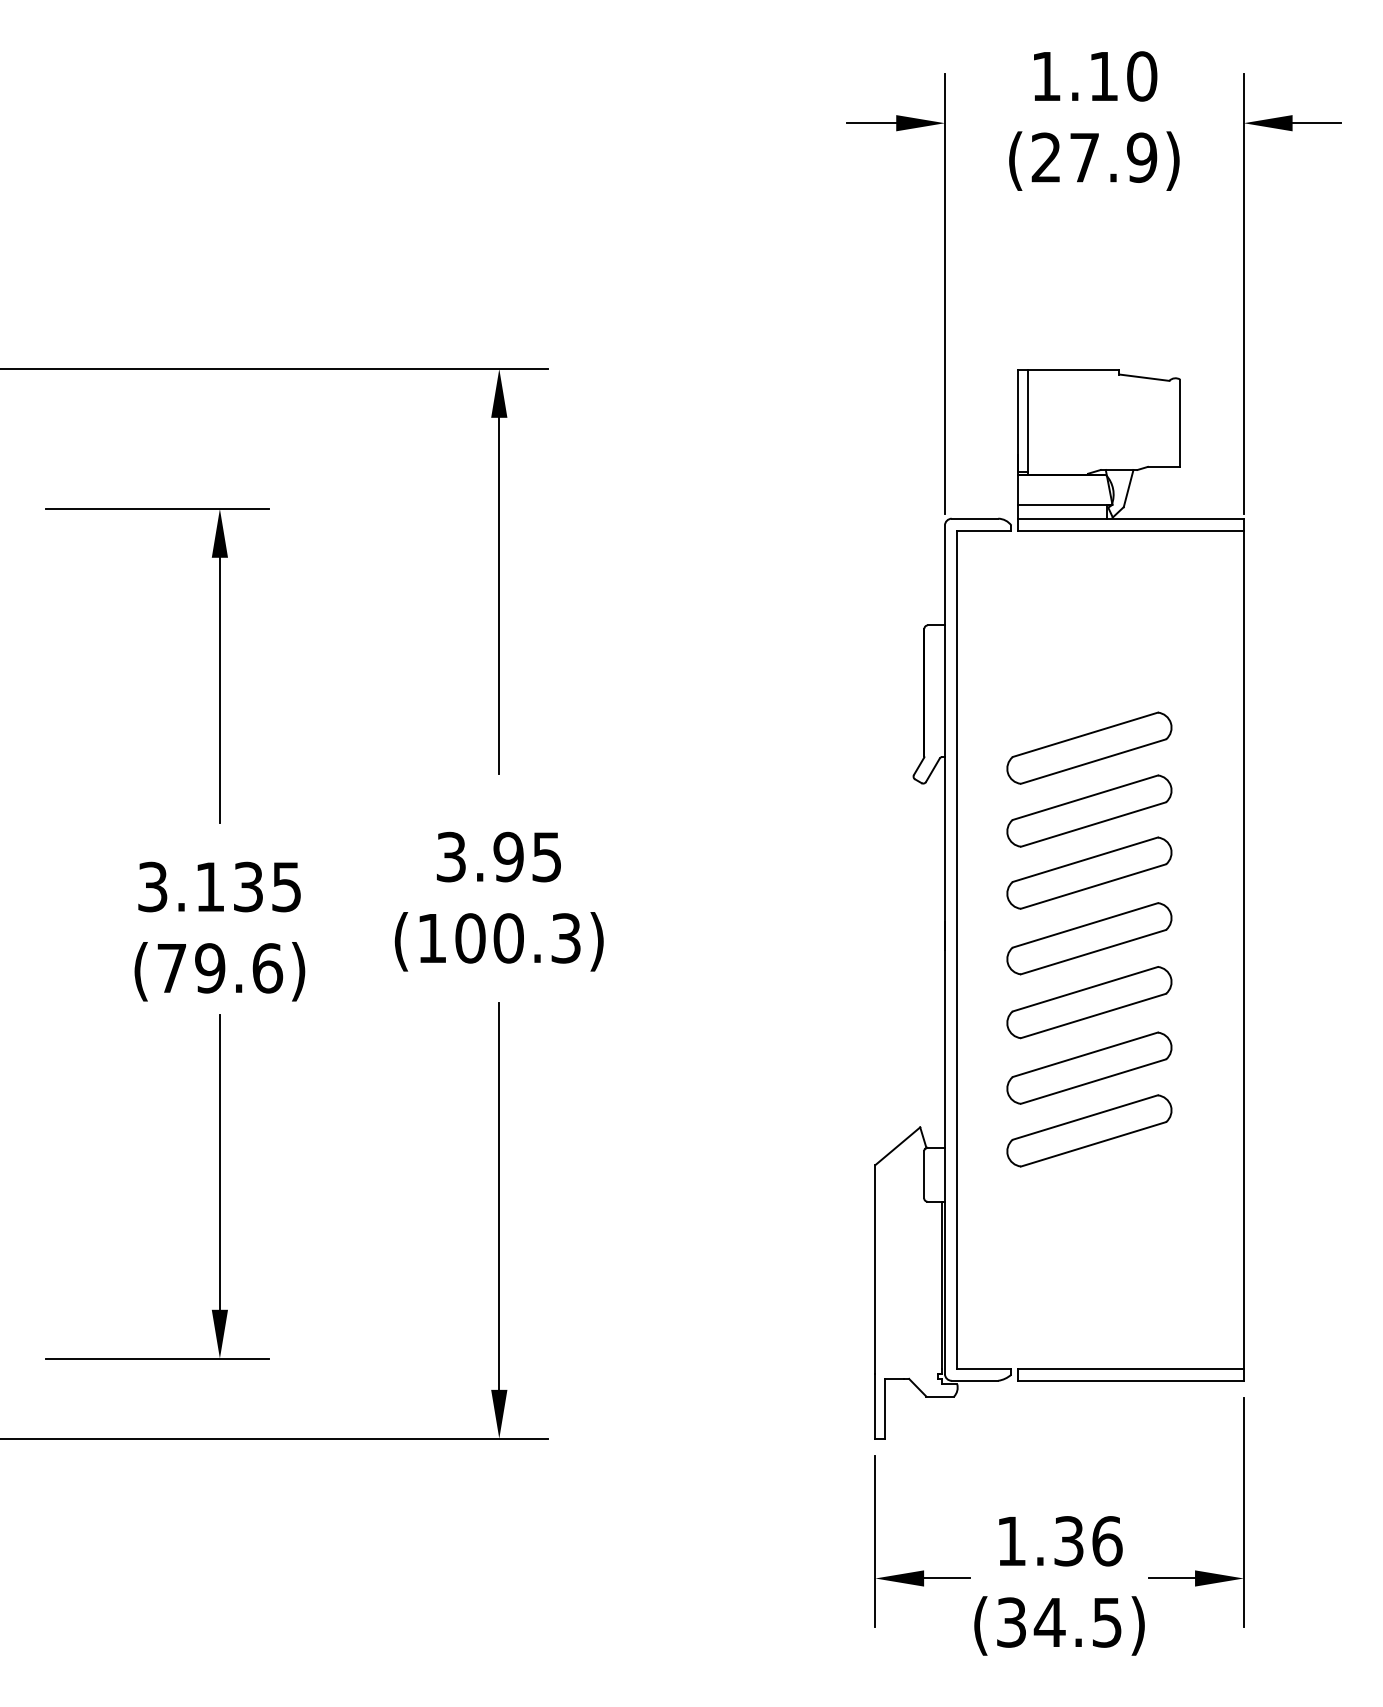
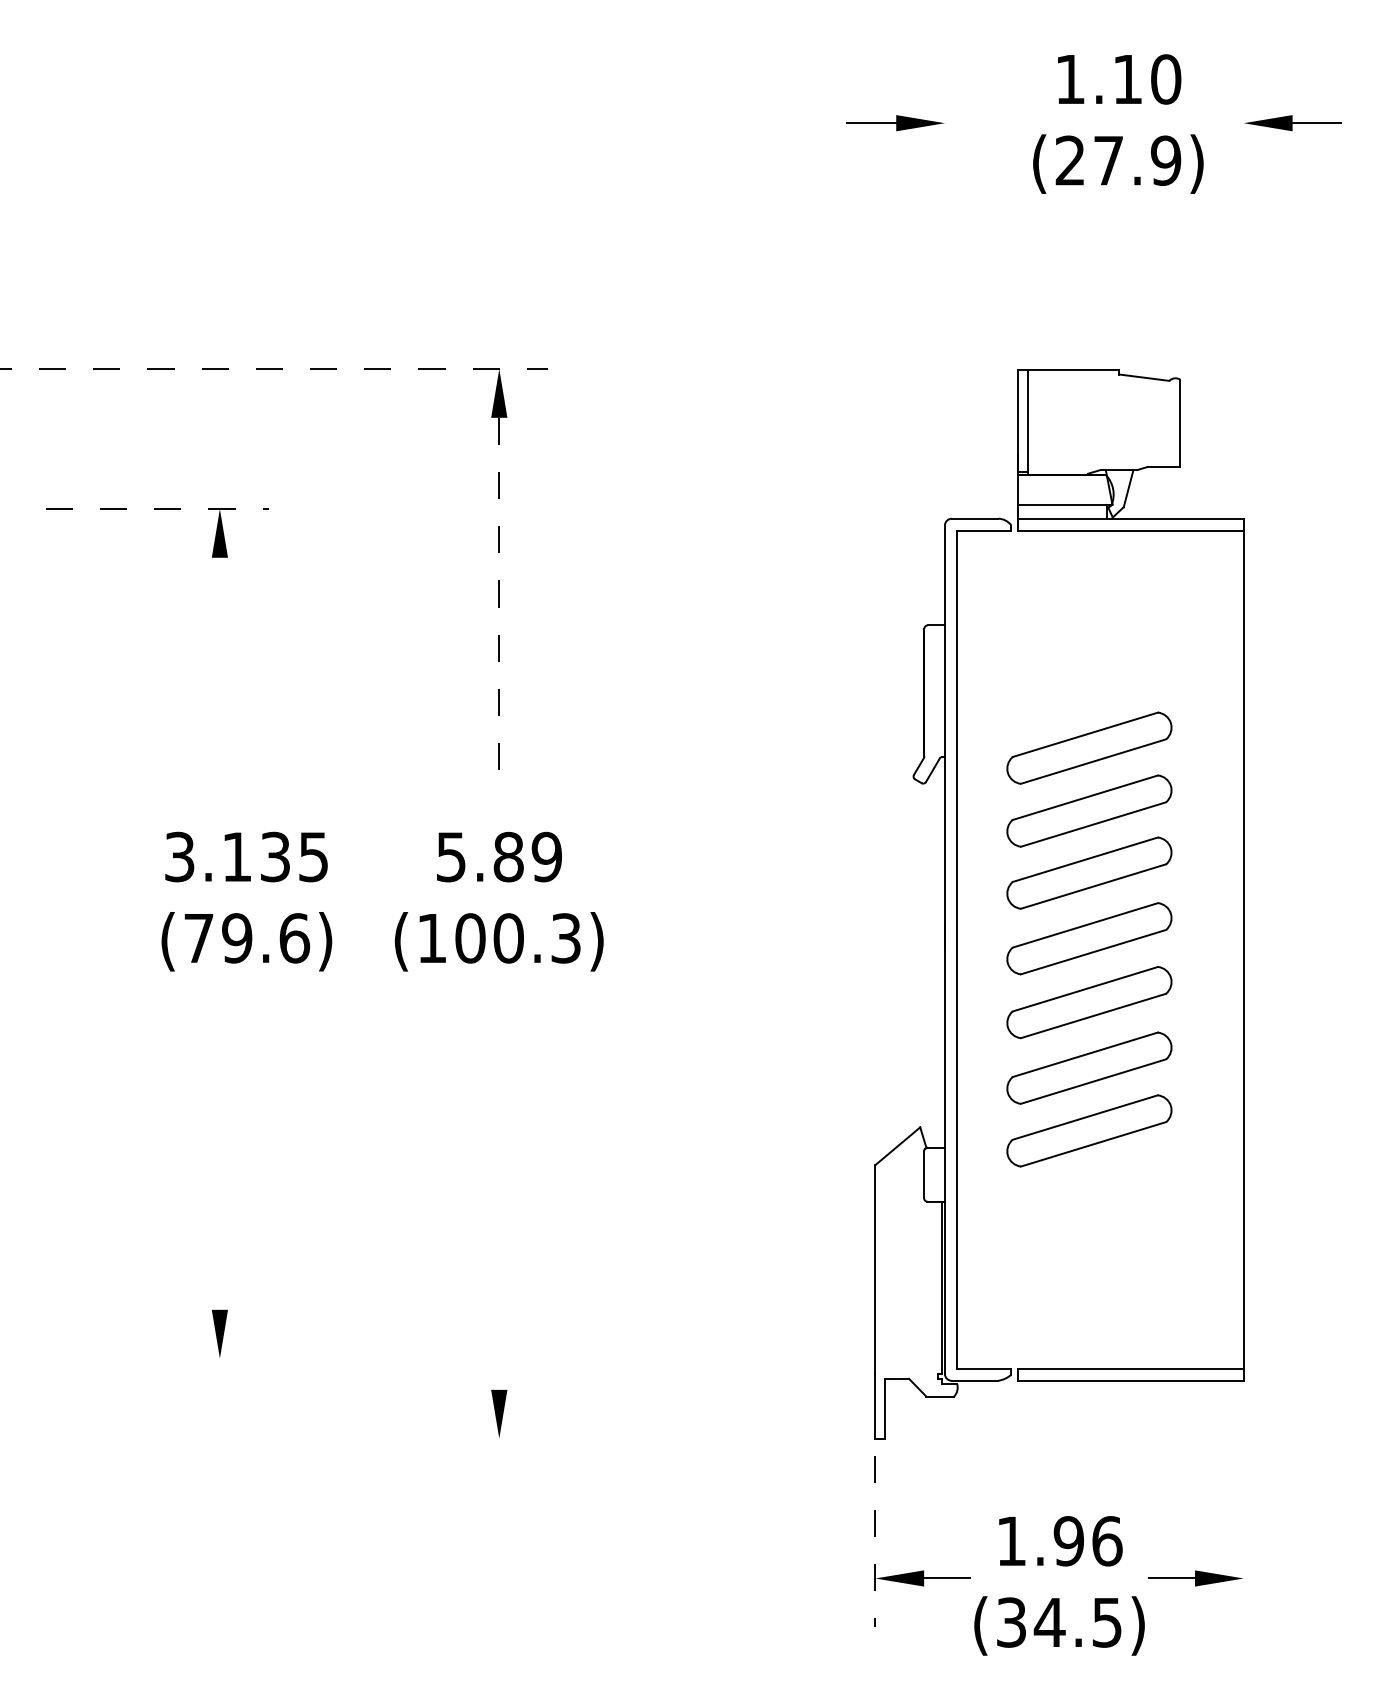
text at (1094, 120) position: (1094, 120) -> (1118, 123)
line at (945, 294): present -> none
line at (1243, 294): present -> none
line at (274, 369): solid -> dashed
line at (157, 509): solid -> dashed
line at (499, 596): solid -> dashed
line at (219, 690): present -> none
text at (499, 856): 3.95 -> 5.89
text at (219, 931) position: (219, 931) -> (246, 901)
line at (219, 1161): present -> none
line at (499, 1196): present -> none
line at (156, 1358): present -> none
line at (275, 1438): present -> none
line at (1243, 1512): present -> none
line at (875, 1541): solid -> dashed
text at (1068, 1541): 1.36 -> 1.96
